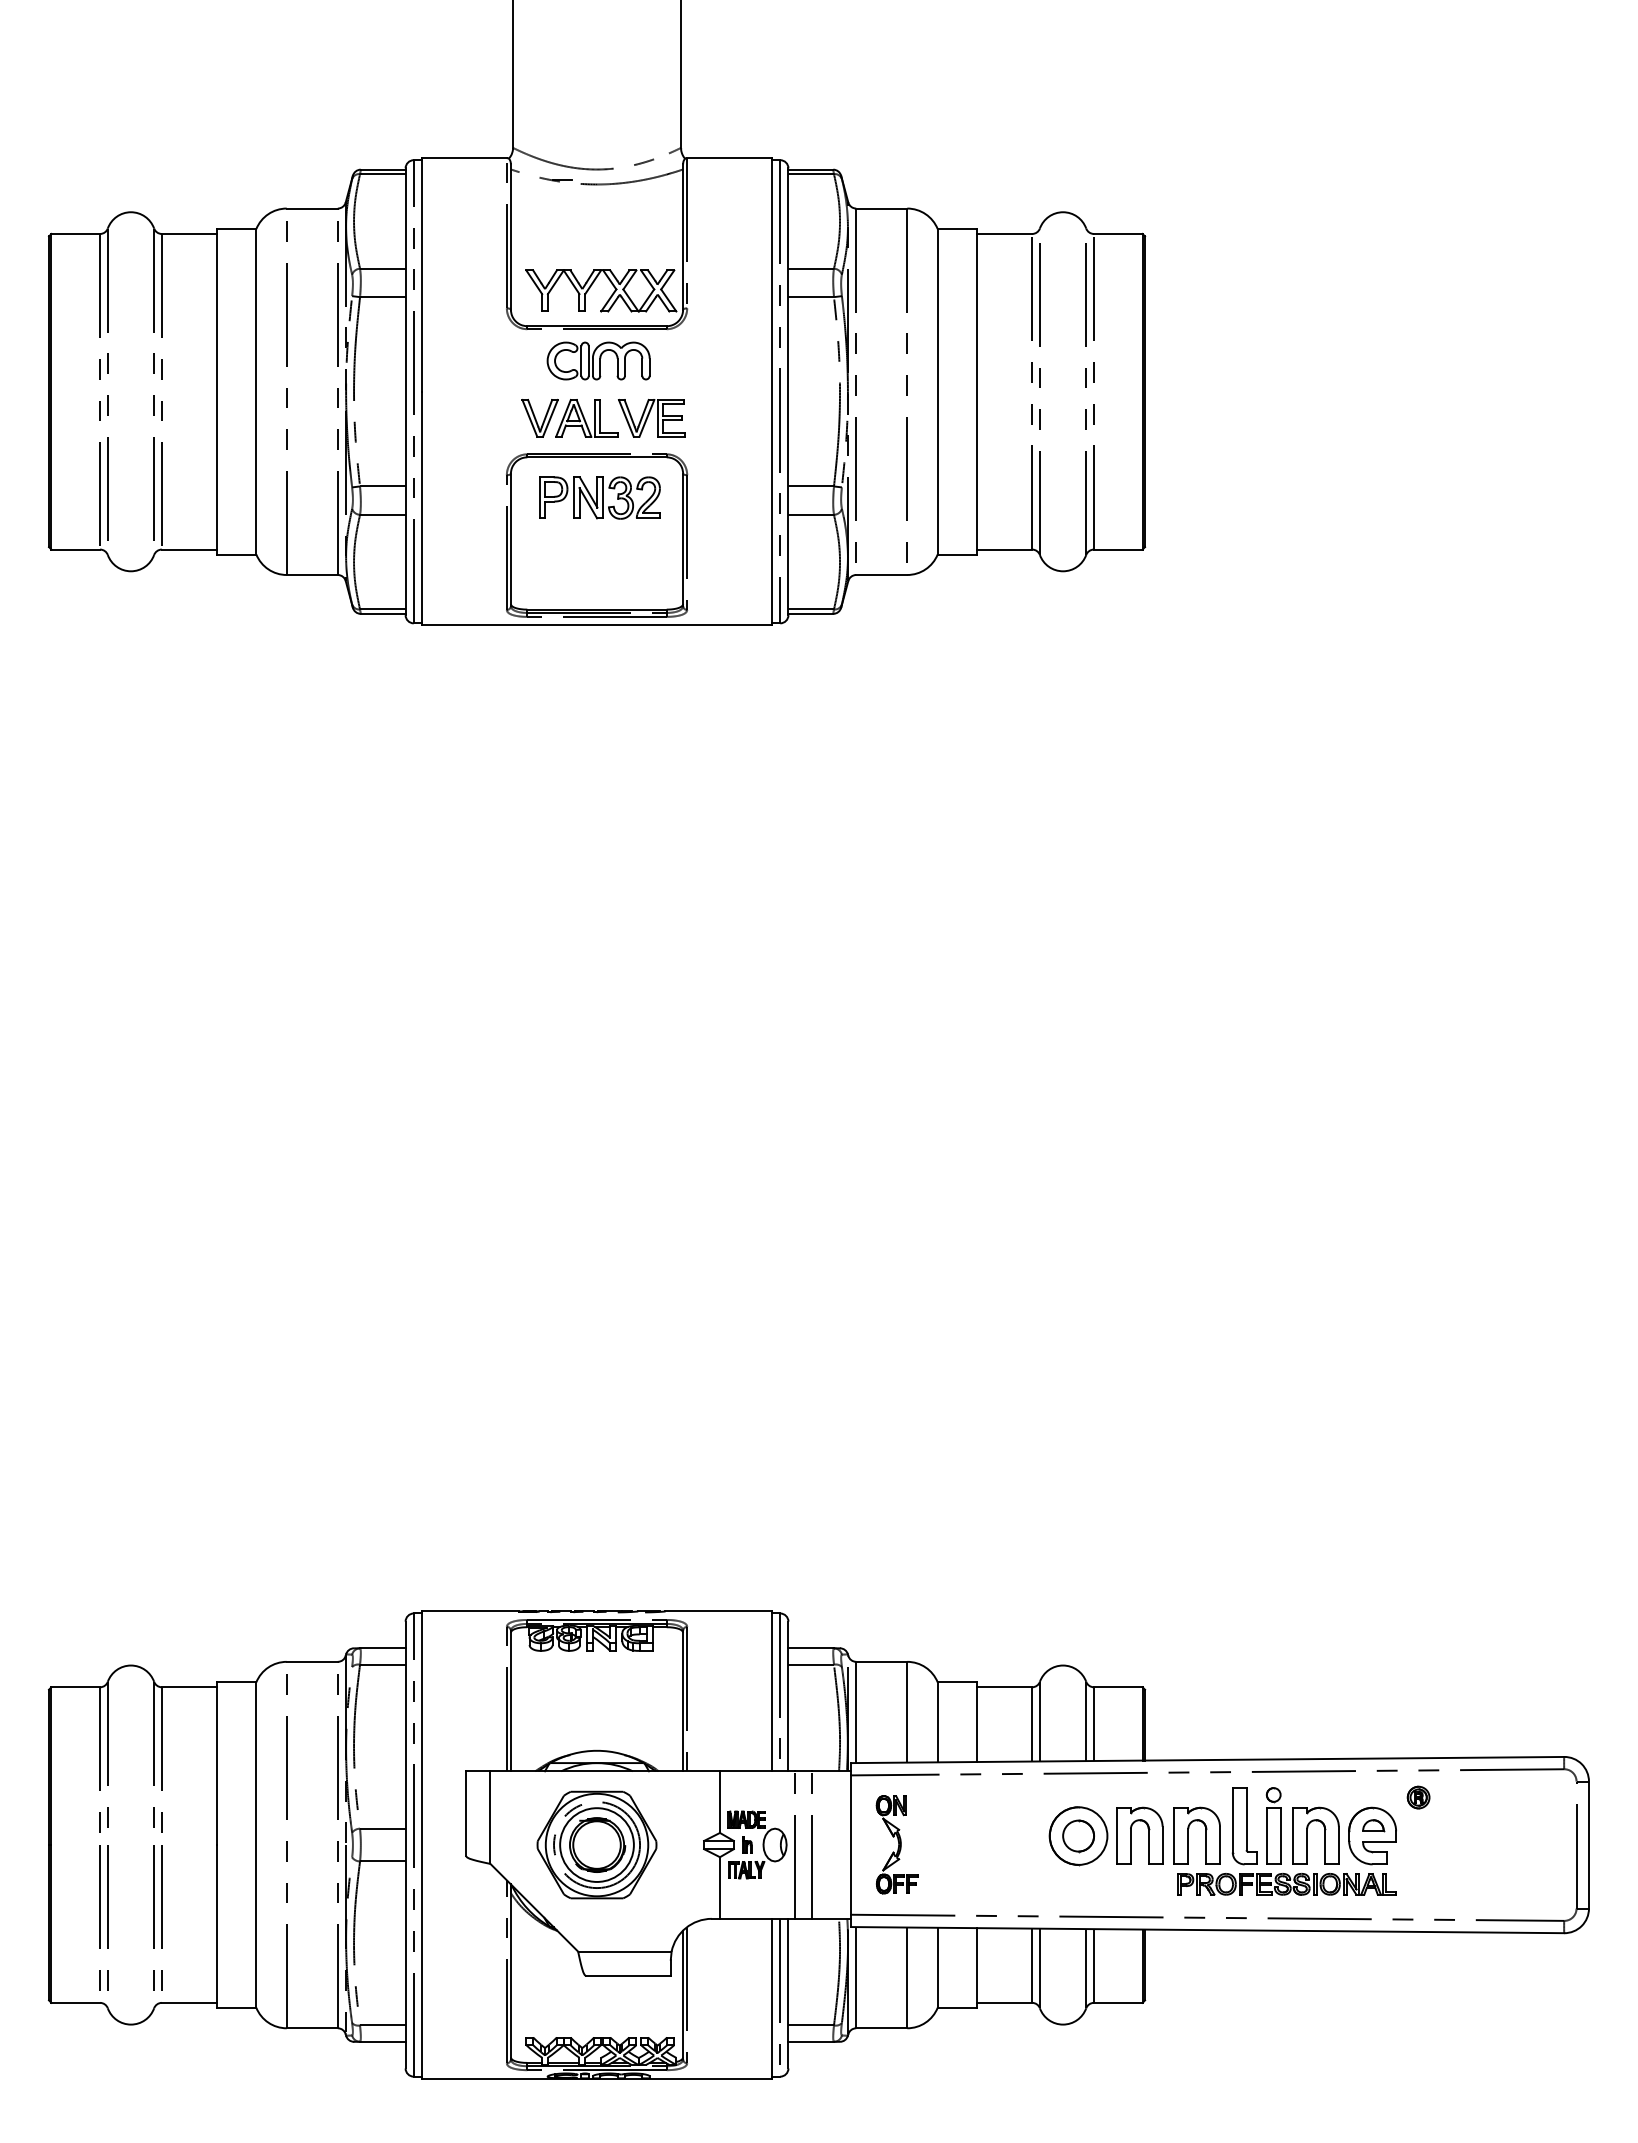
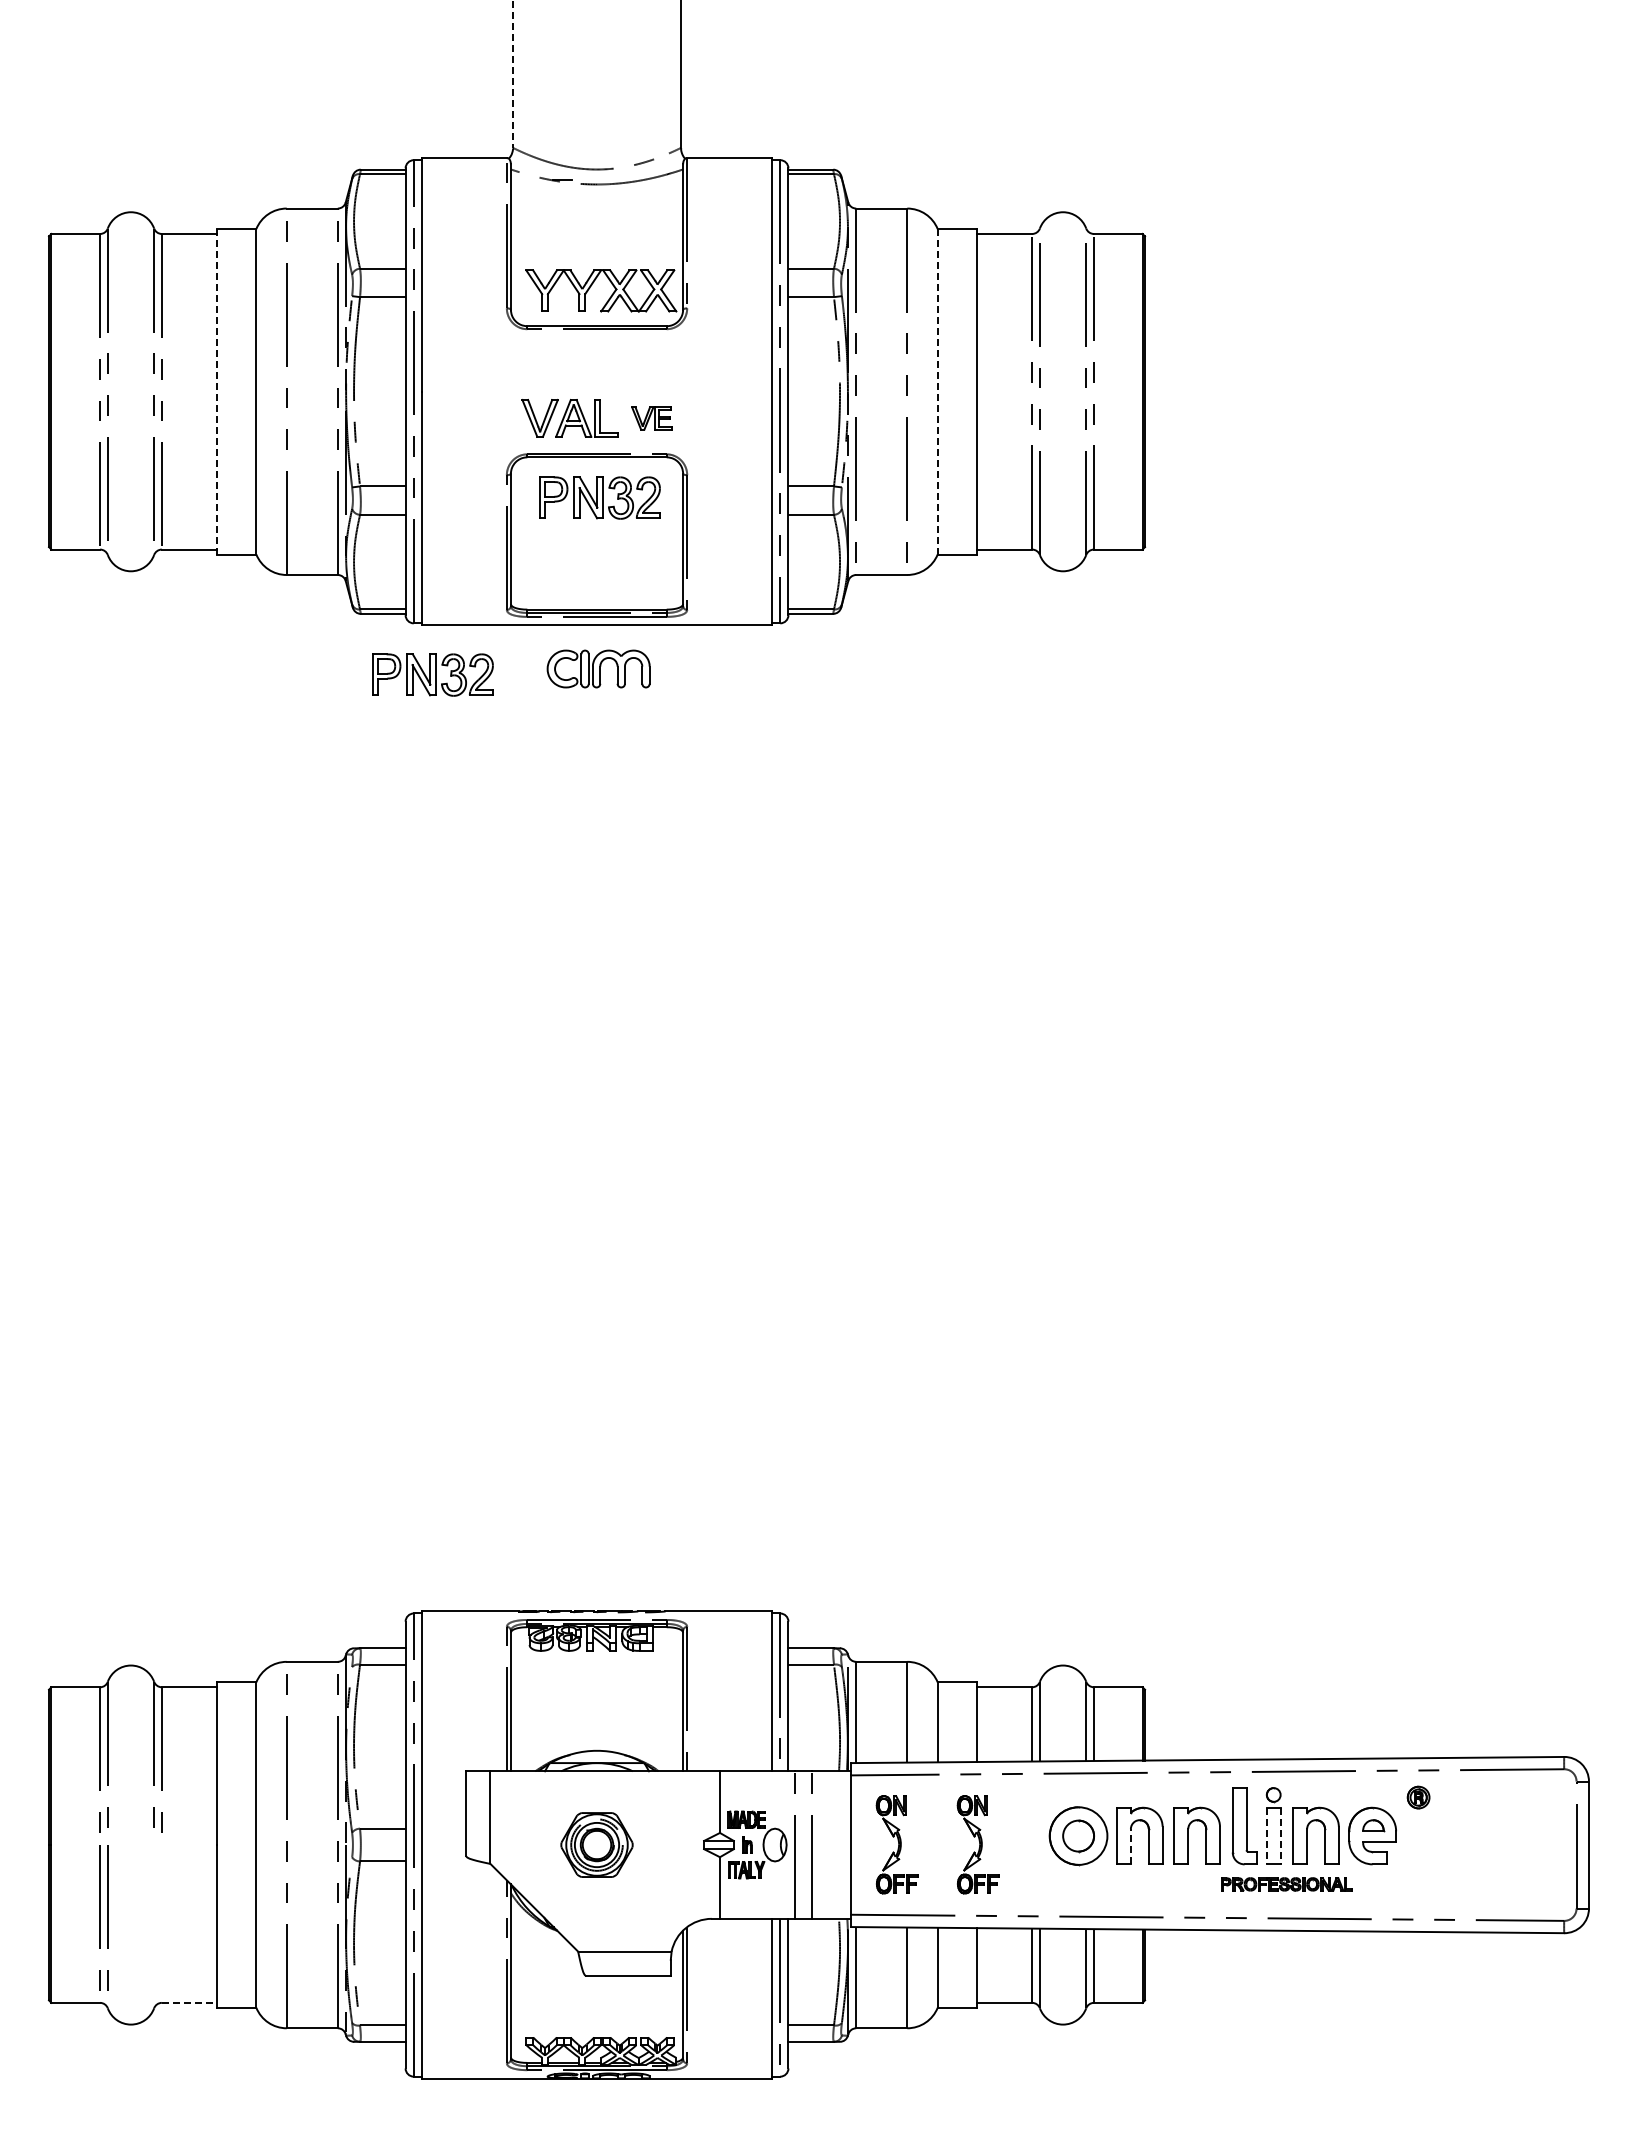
line at (513, 74): solid -> dashed
part at (598, 360) position: (598, 360) -> (598, 668)
line at (217, 391): solid -> dashed
line at (937, 391): solid -> dashed
part at (651, 418) size: 68x39 px -> 42x25 px
part at (432, 674): none -> present
line at (1266, 1836): solid -> dashed
line at (1280, 1836): solid -> dashed
part at (596, 1844) size: 122x110 px -> 74x66 px
part at (977, 1844): none -> present
line at (1130, 1846): solid -> dashed
part at (1286, 1884) size: 220x23 px -> 132x15 px
part at (157, 1917): present -> none
line at (189, 2002): solid -> dashed
